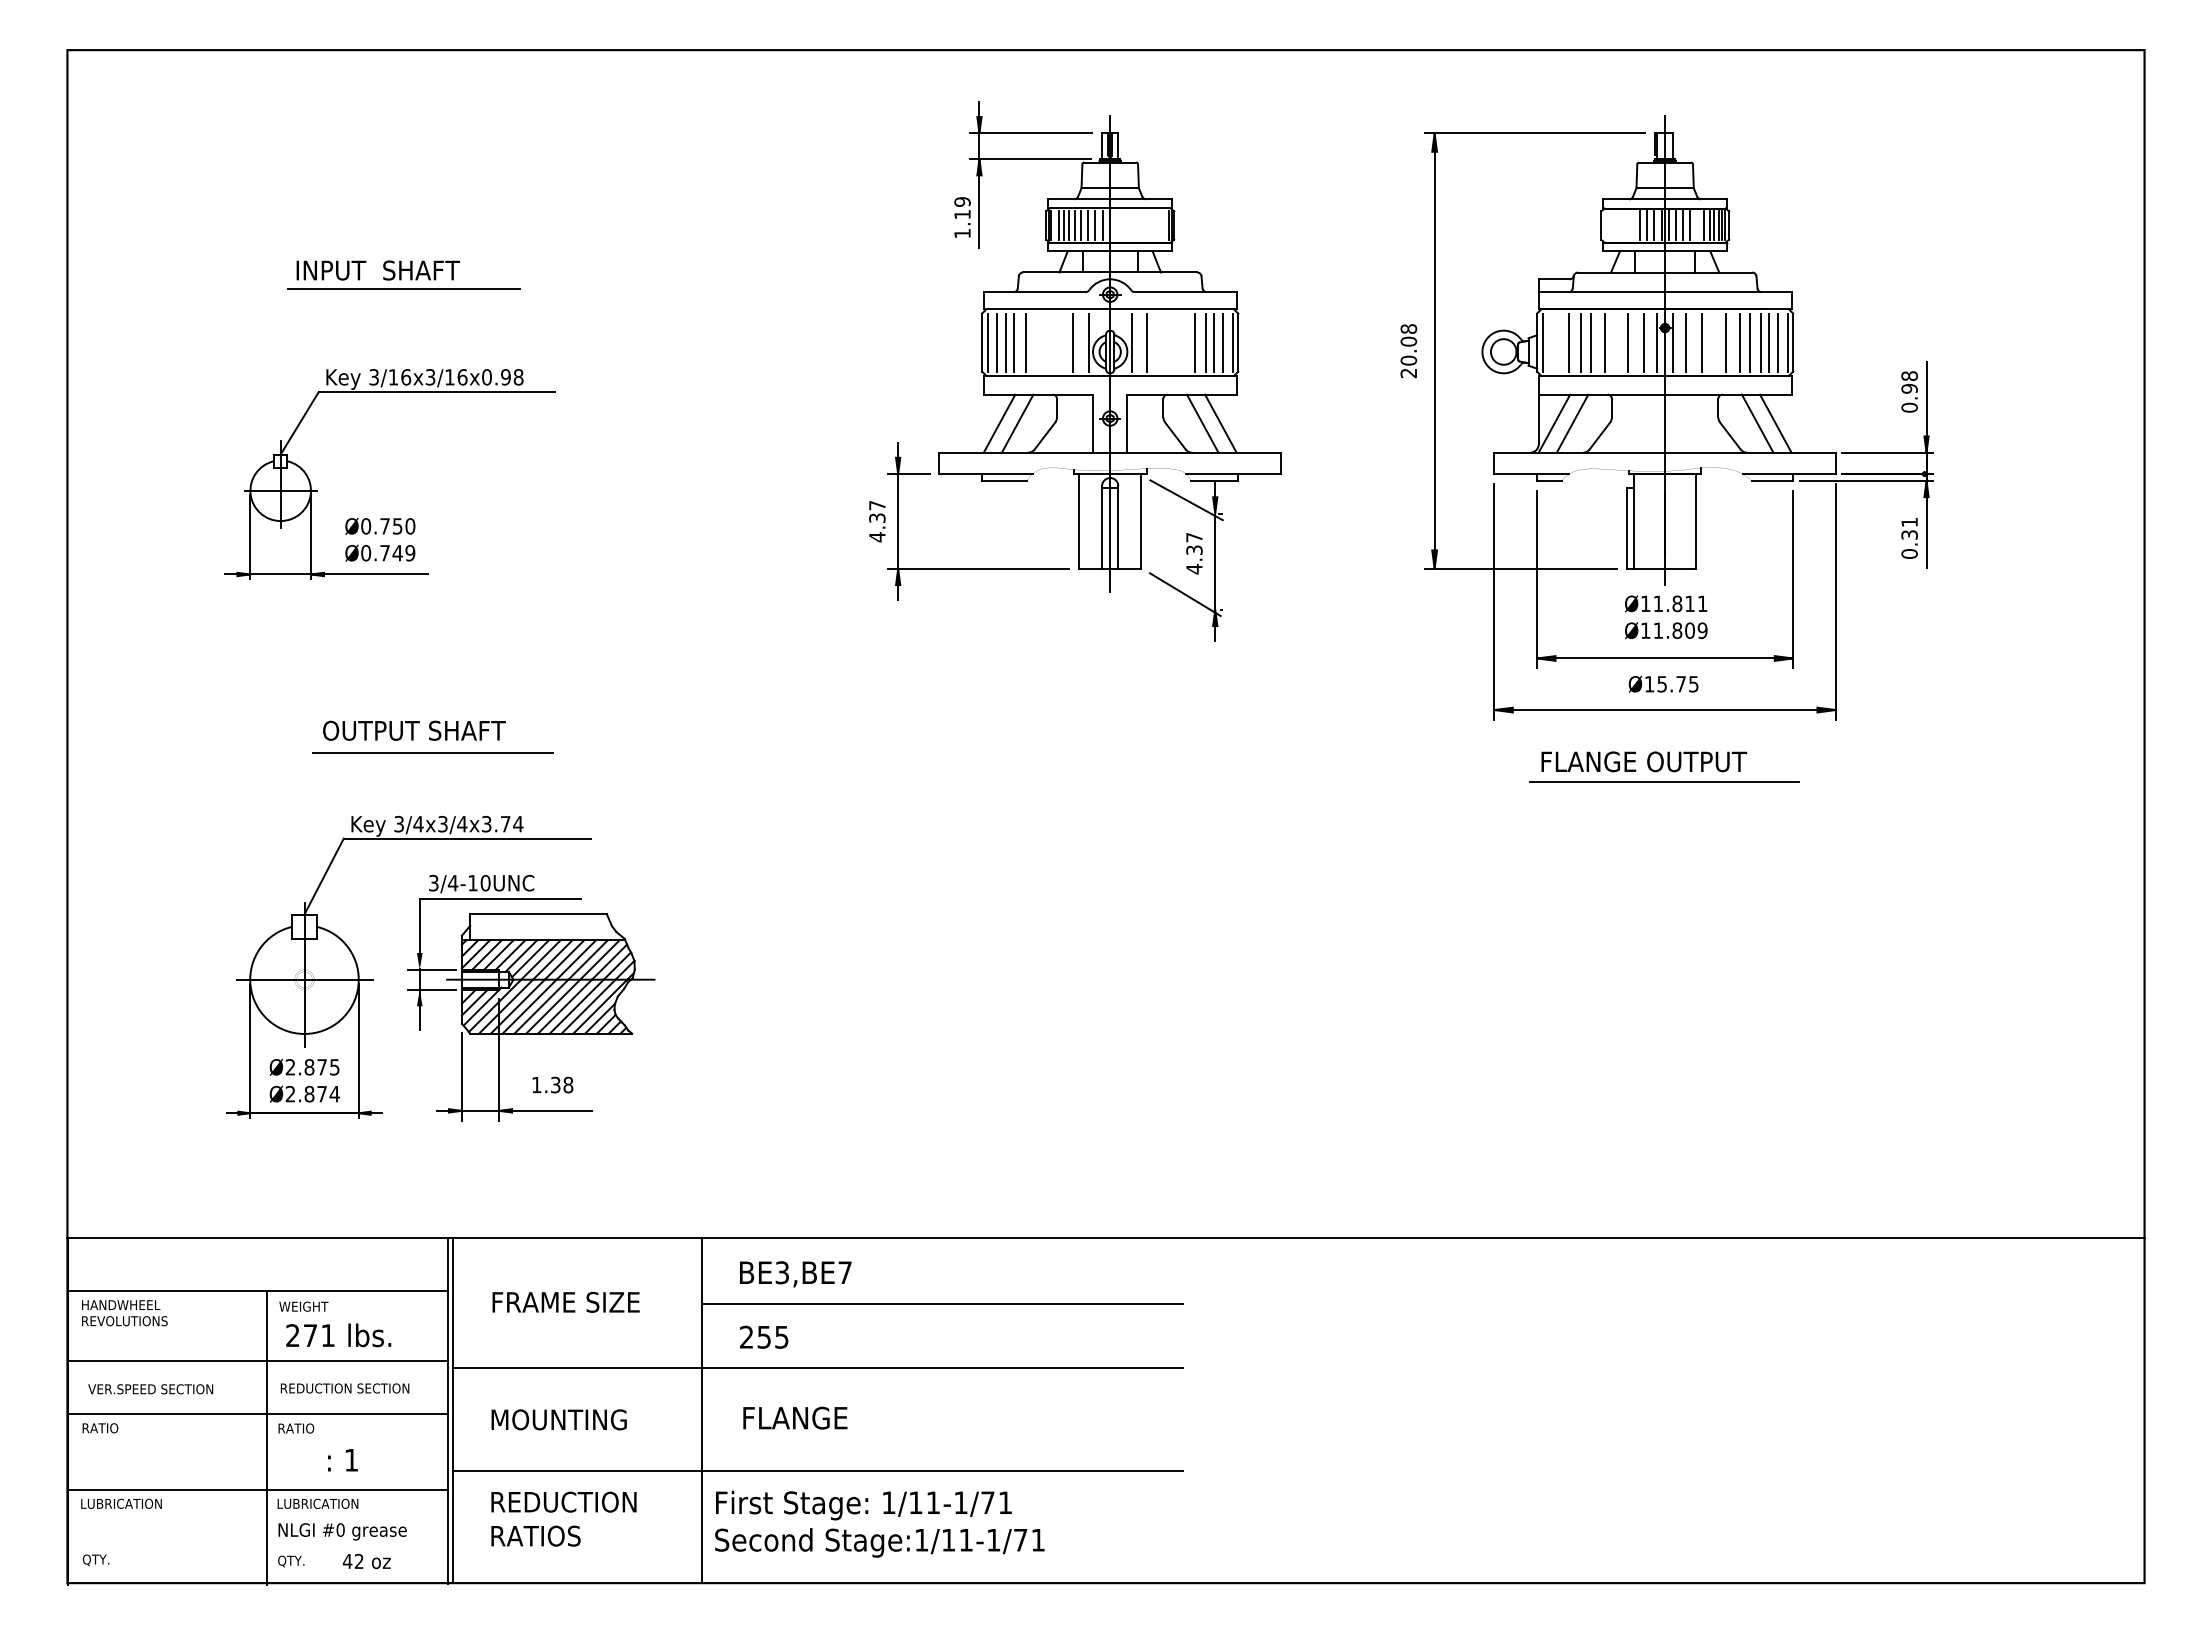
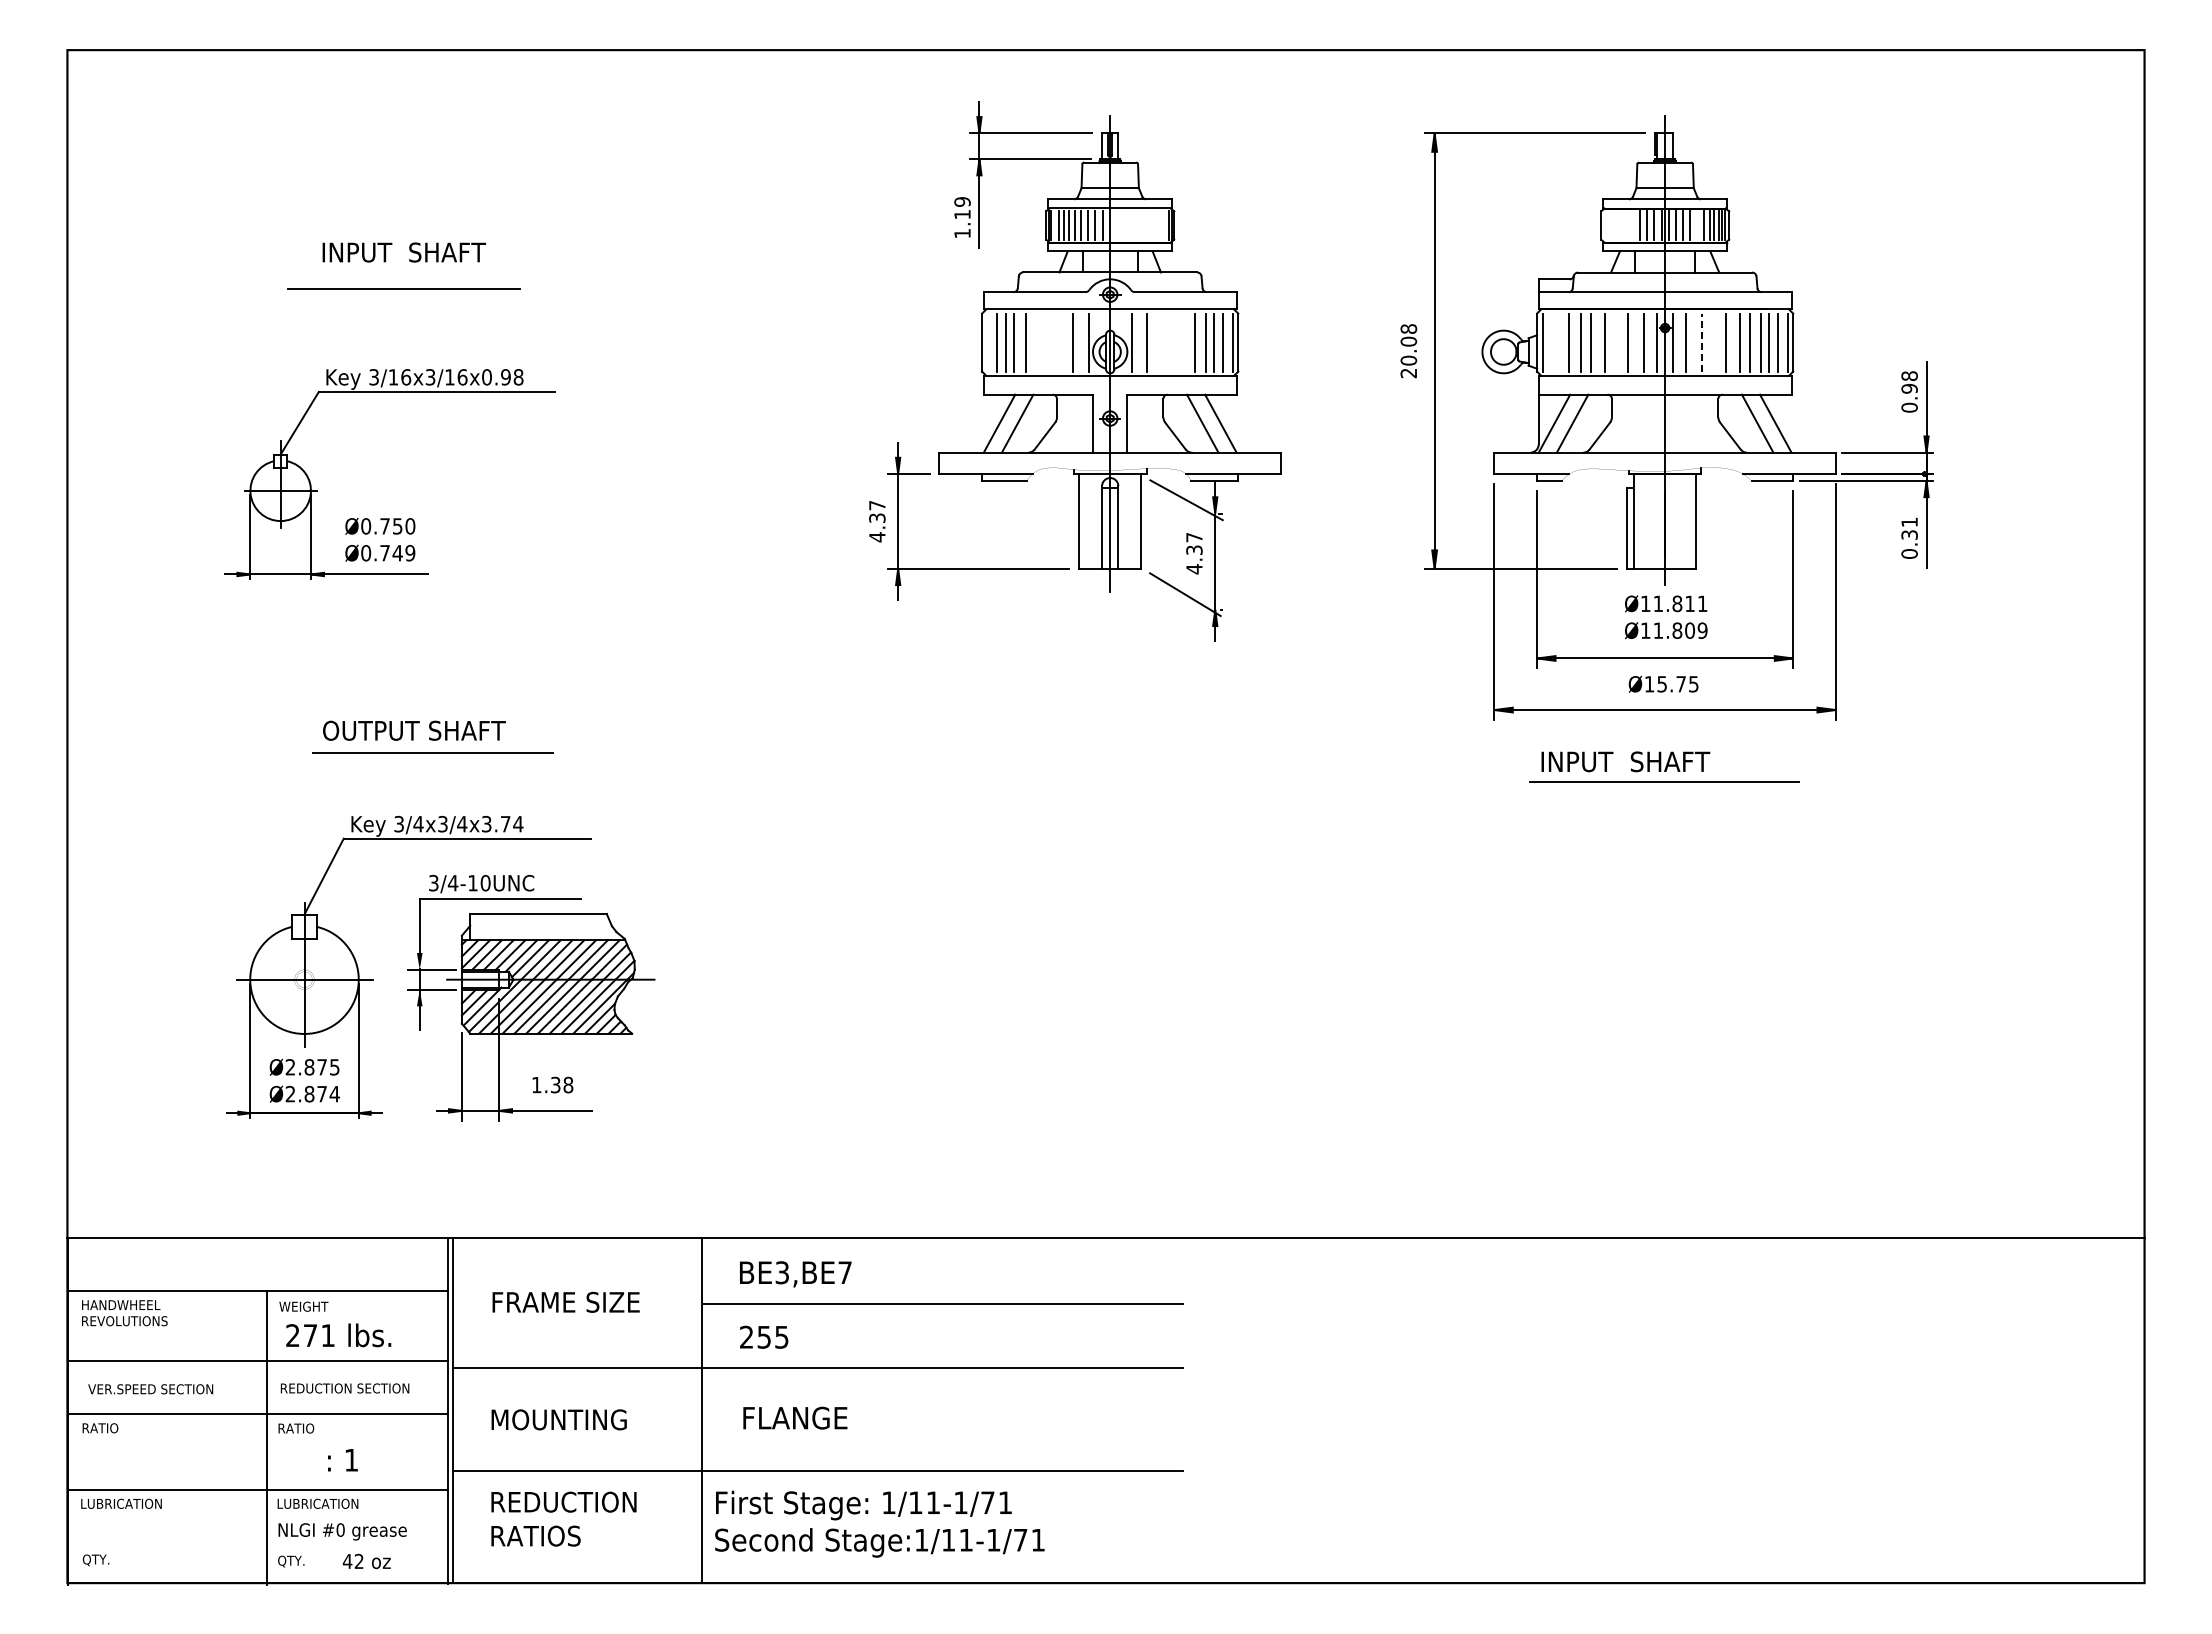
text at (377, 270) position: (377, 270) -> (403, 252)
line at (987, 342): present -> none
line at (1702, 342): solid -> dashed
text at (1645, 761): FLANGE OUTPUT -> INPUT  SHAFT
